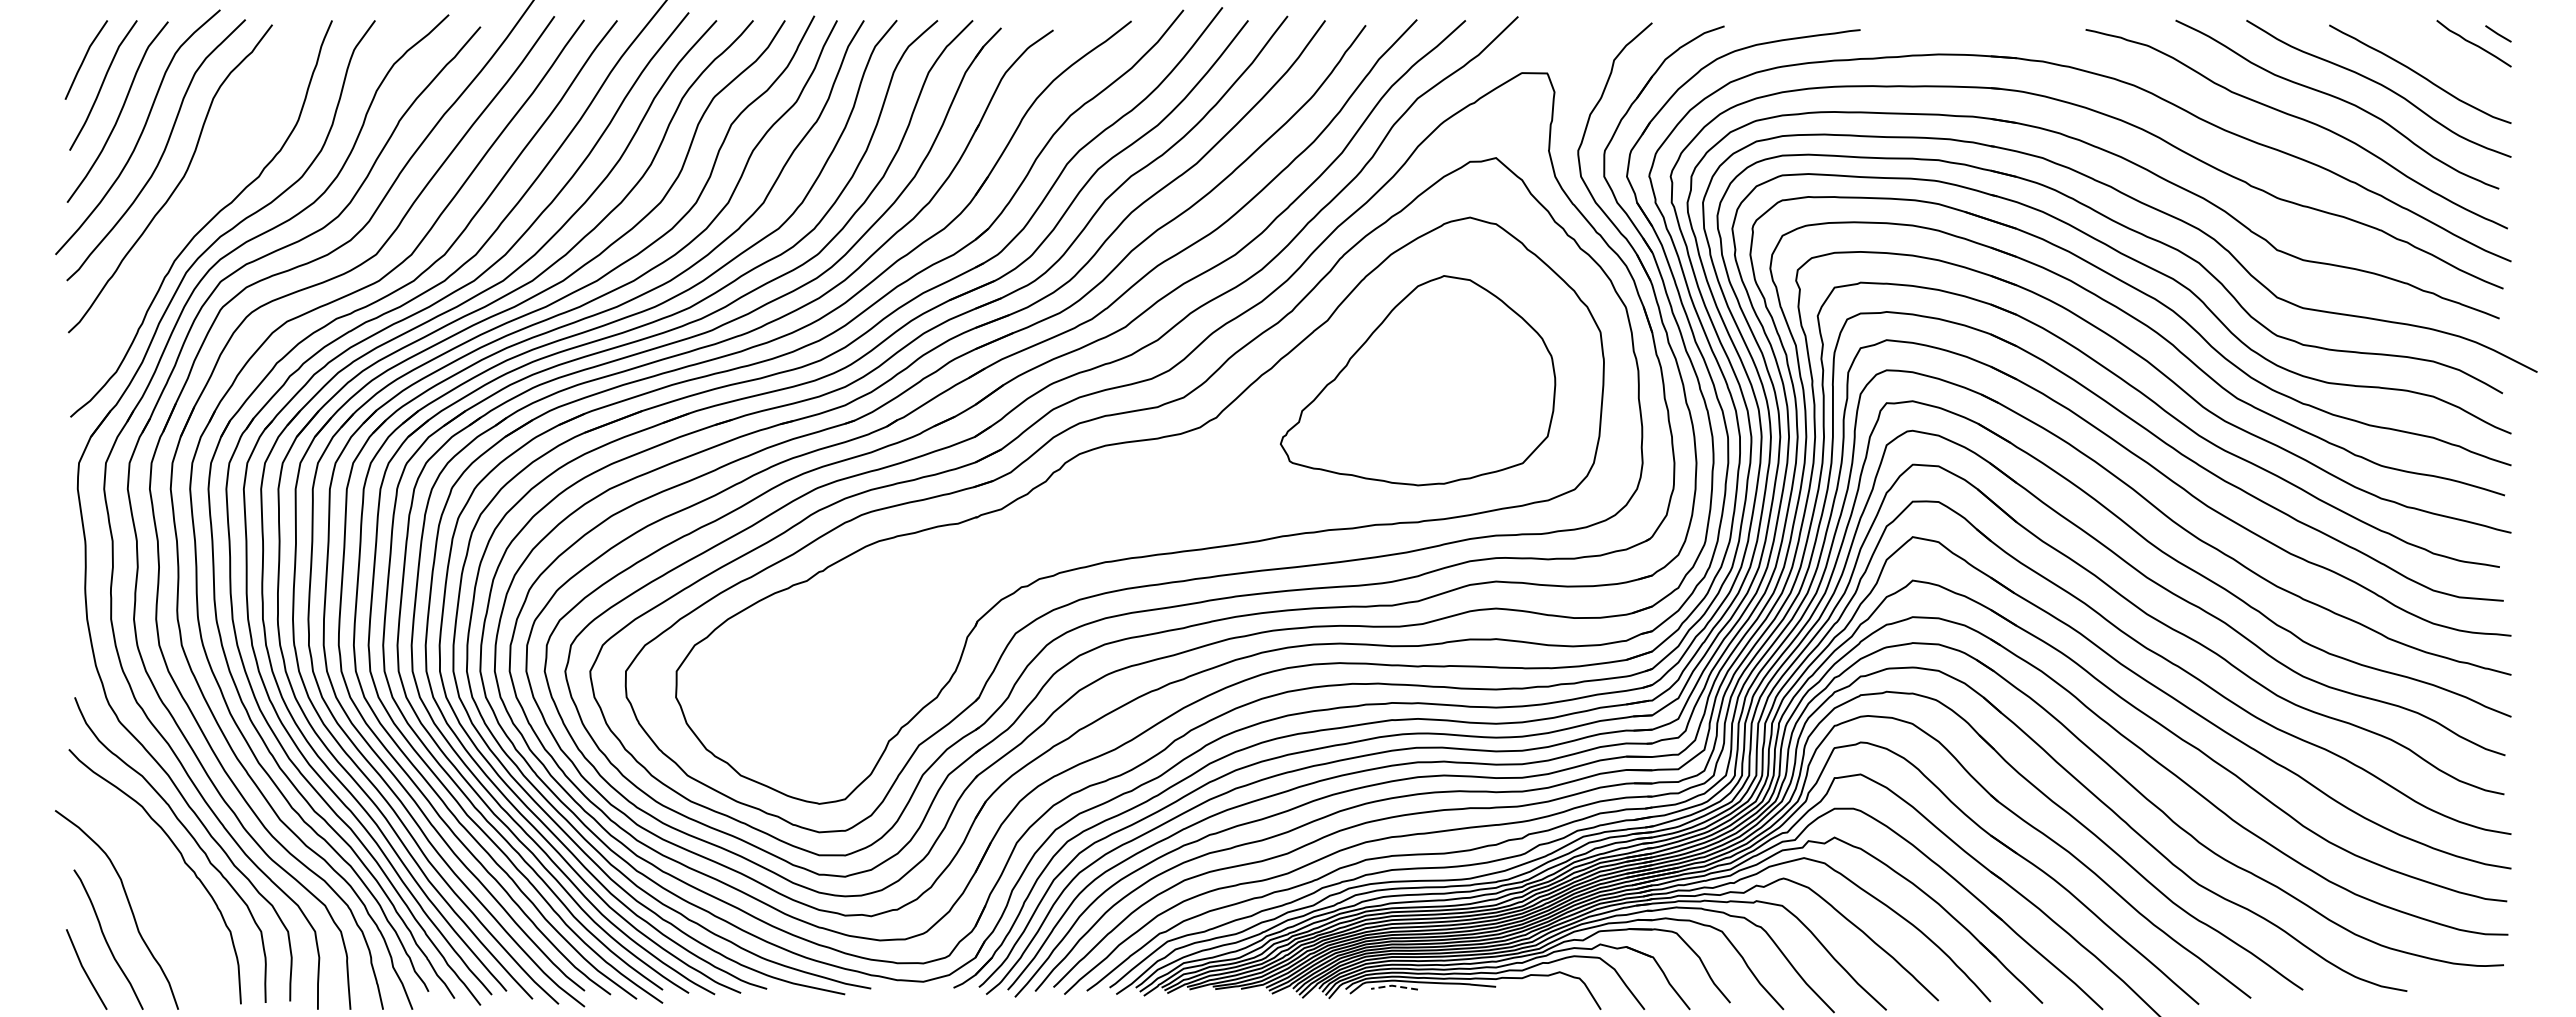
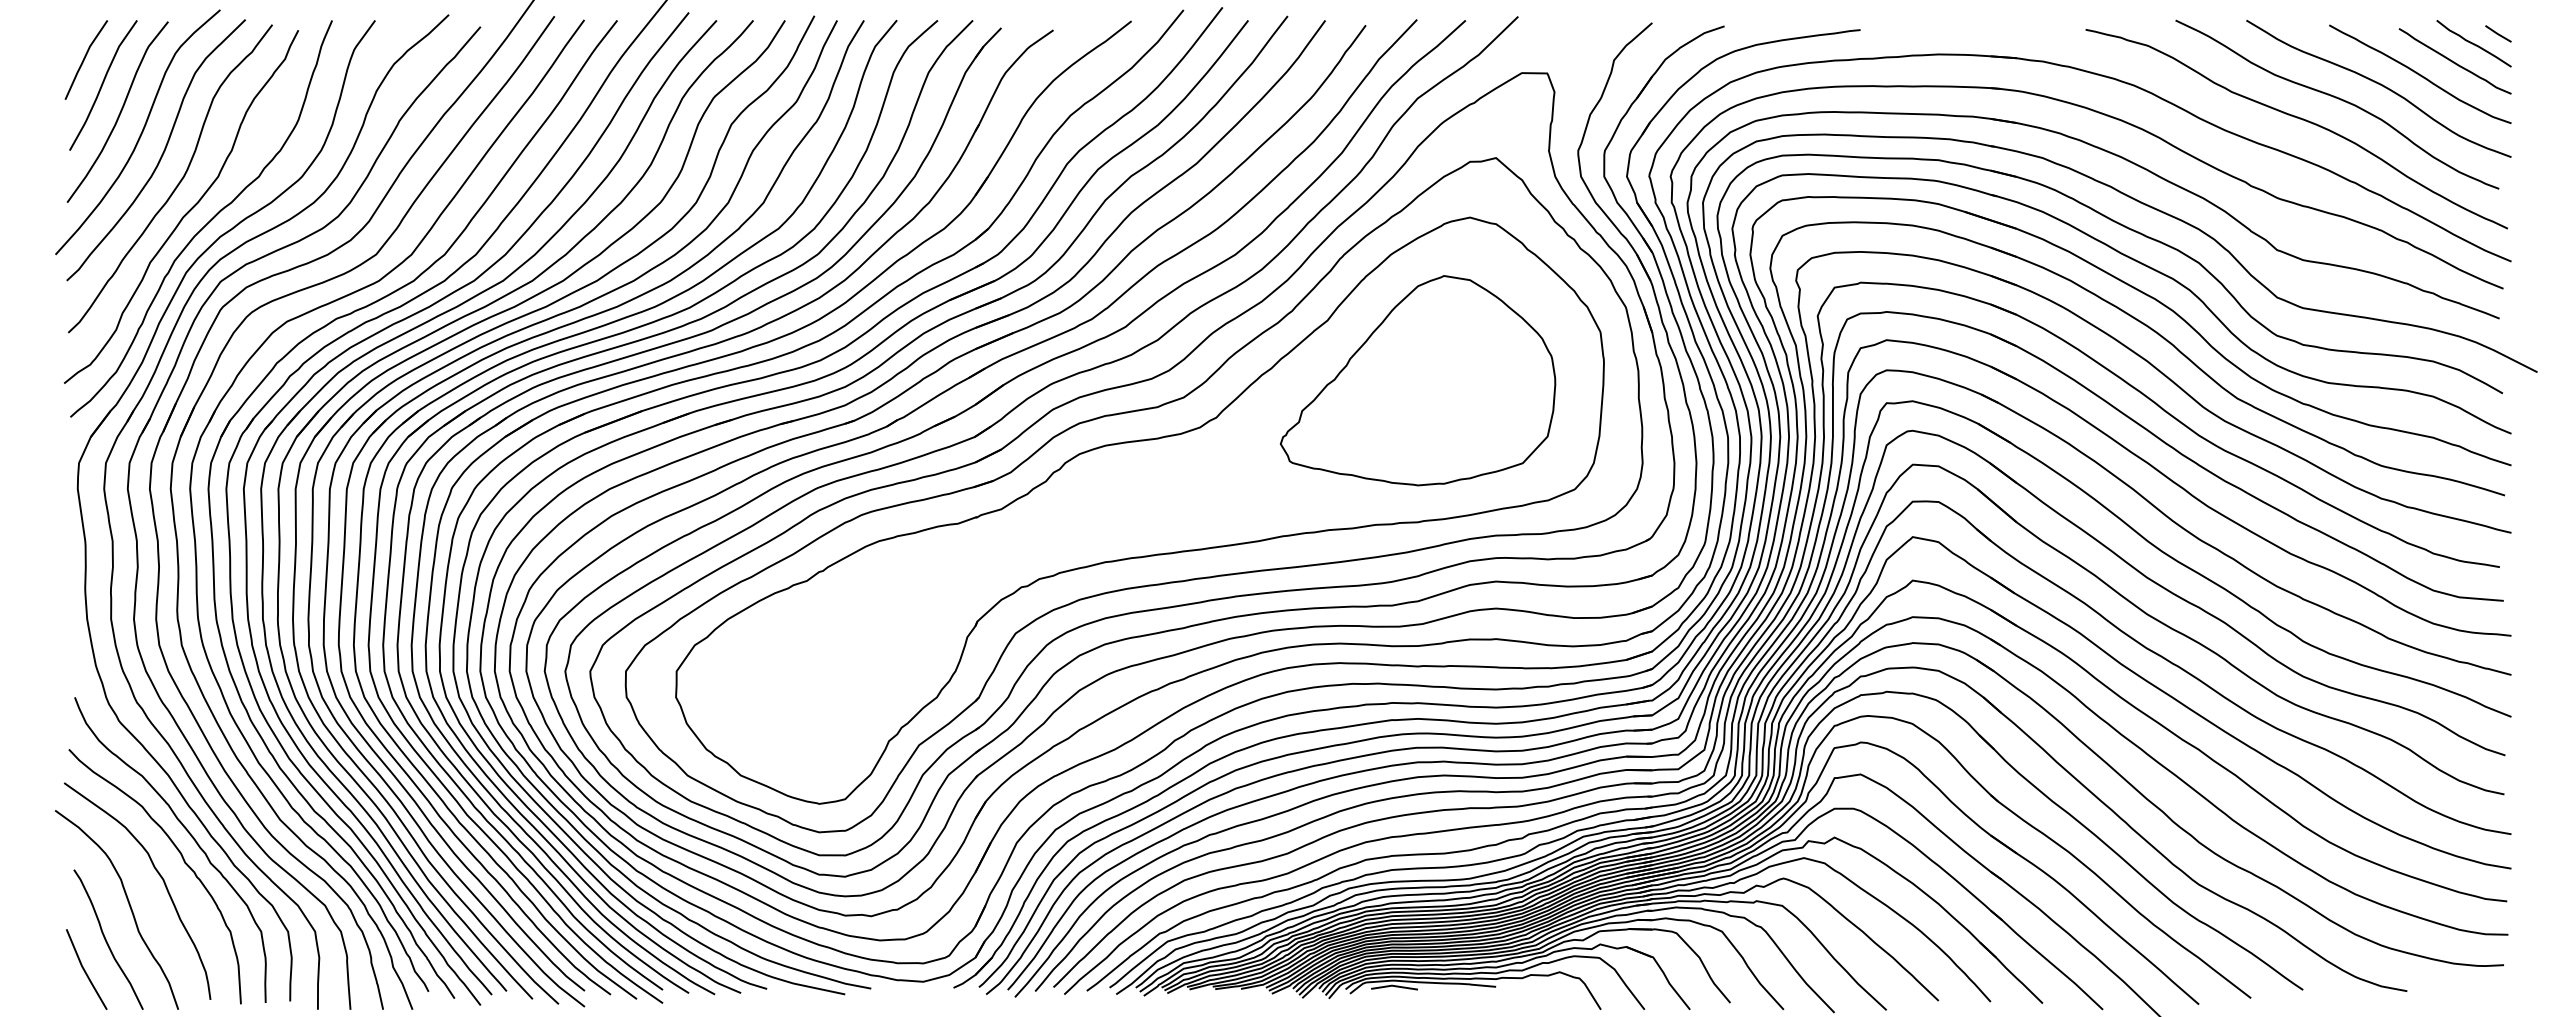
curve at (2454, 61): none -> present
curve at (187, 211): none -> present
curve at (157, 873): none -> present
line at (1393, 985): dashed -> solid
